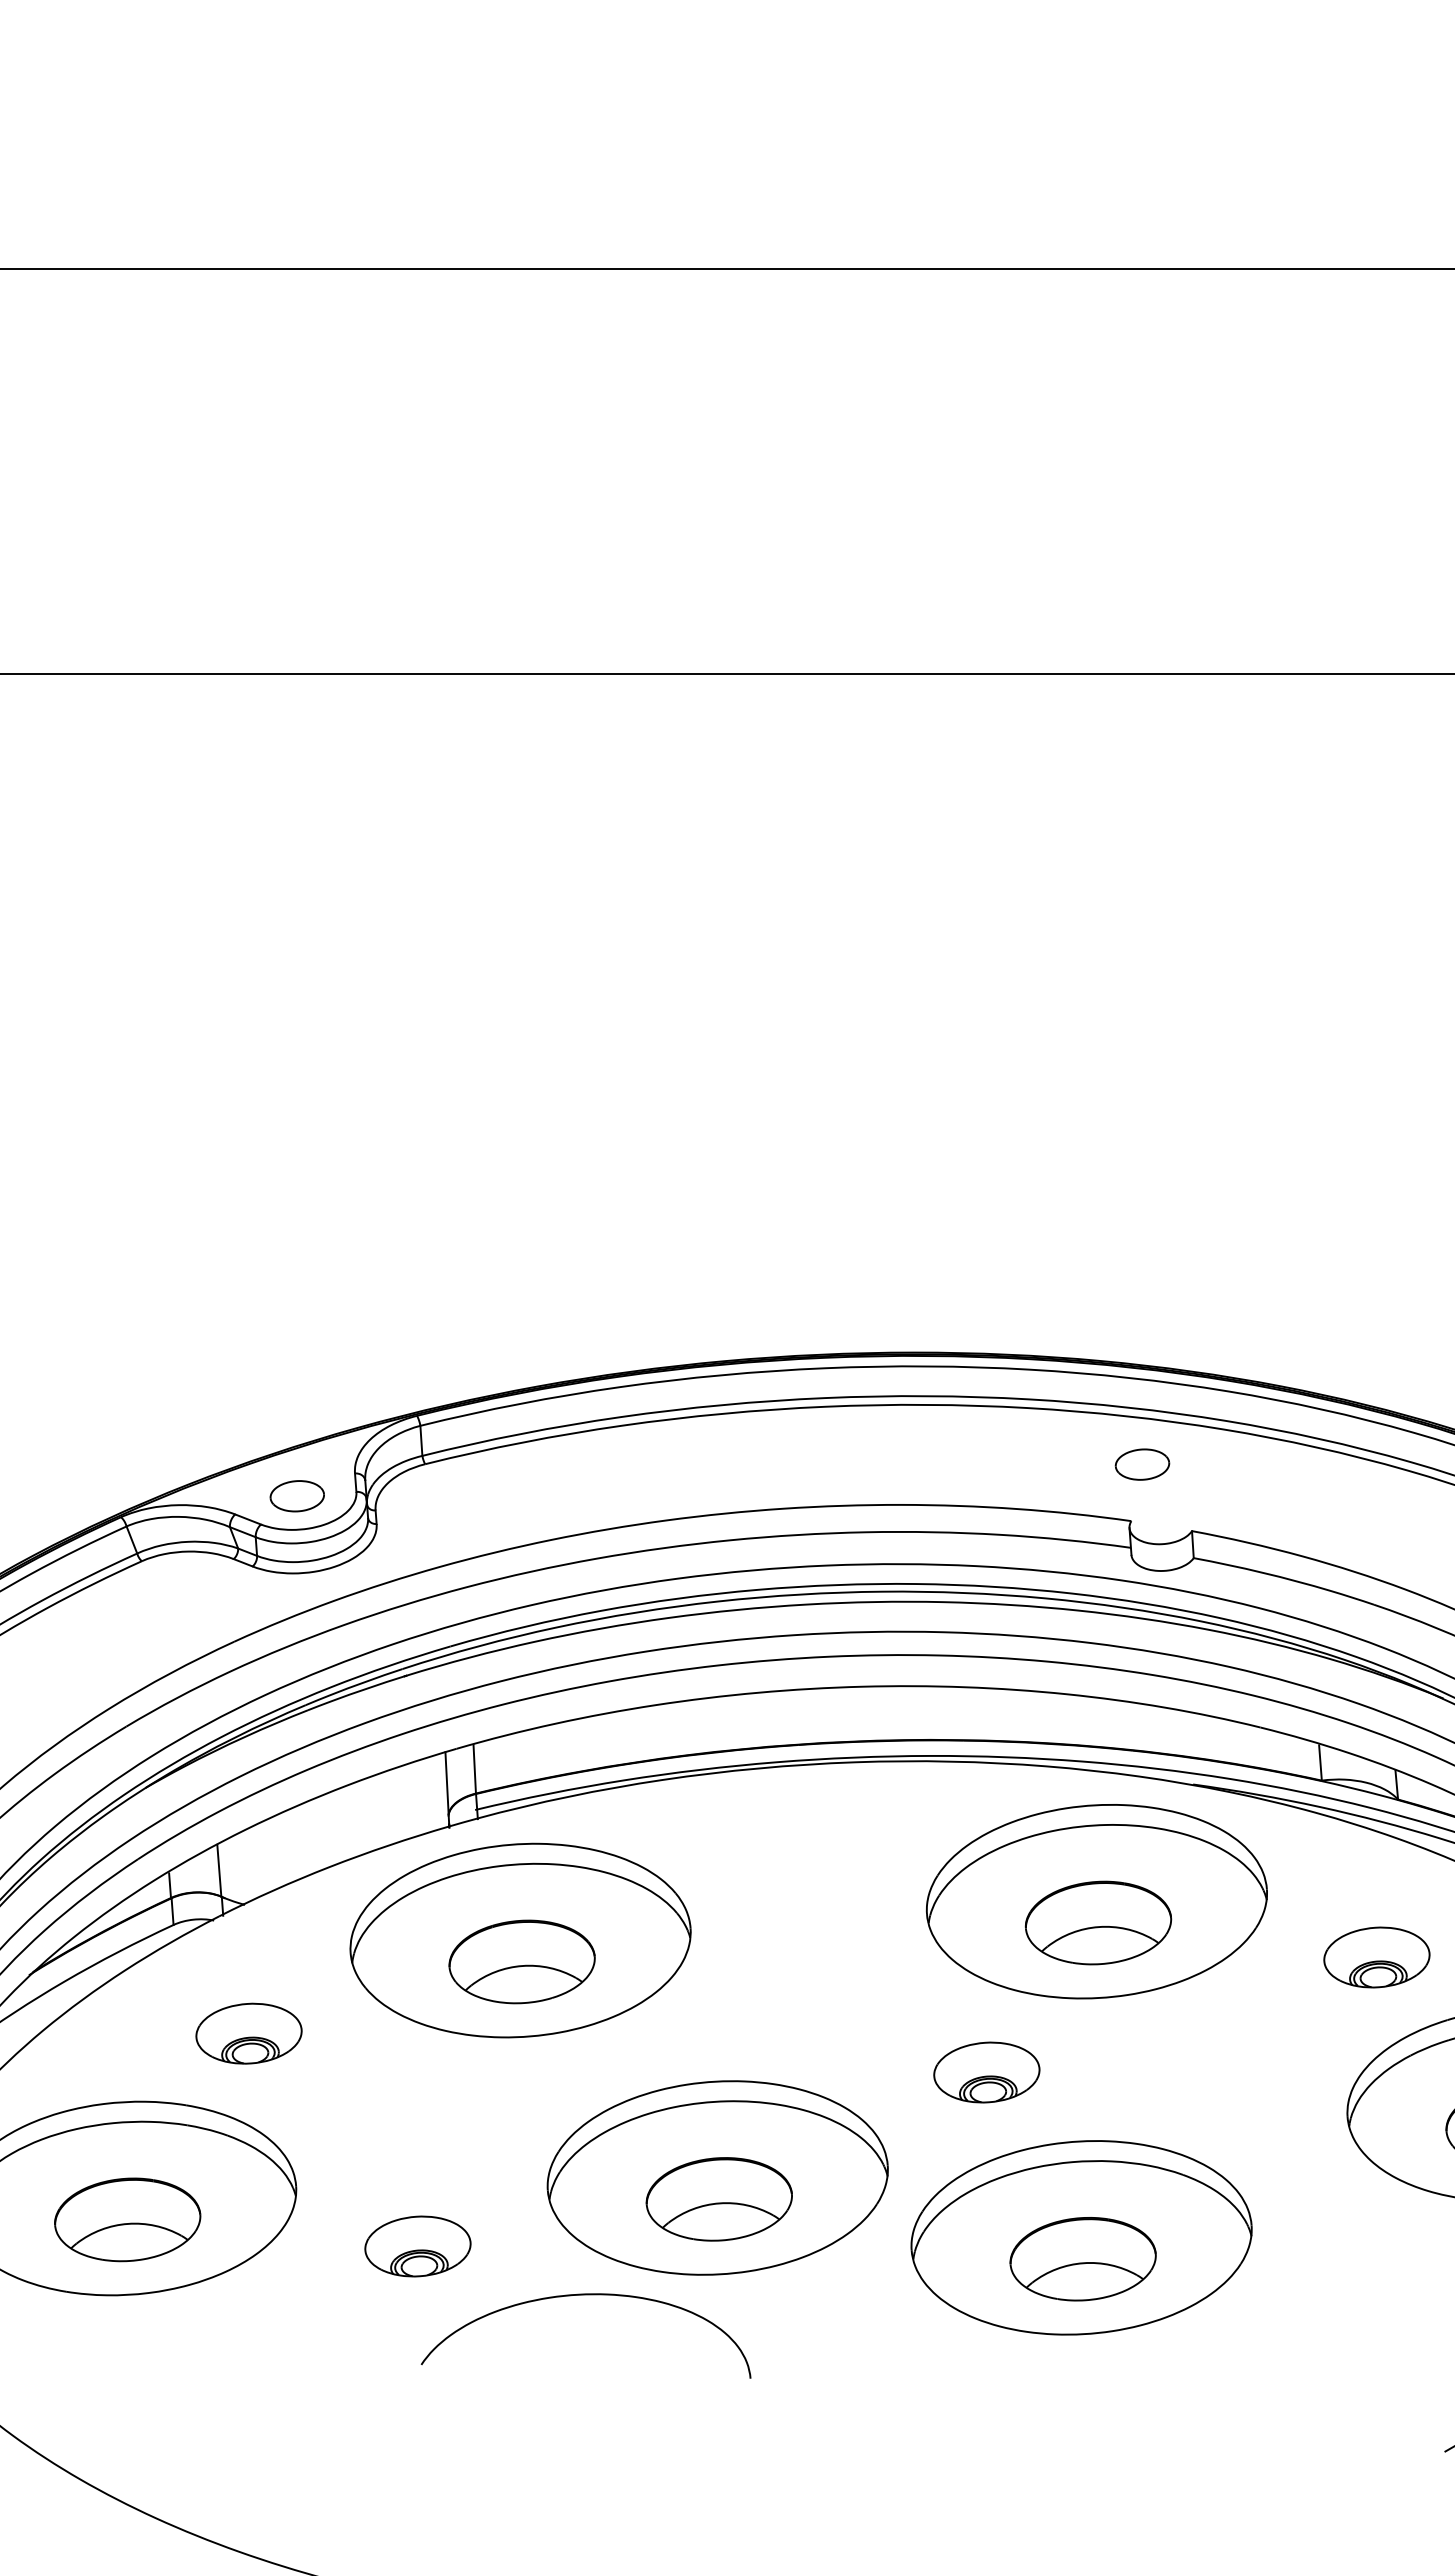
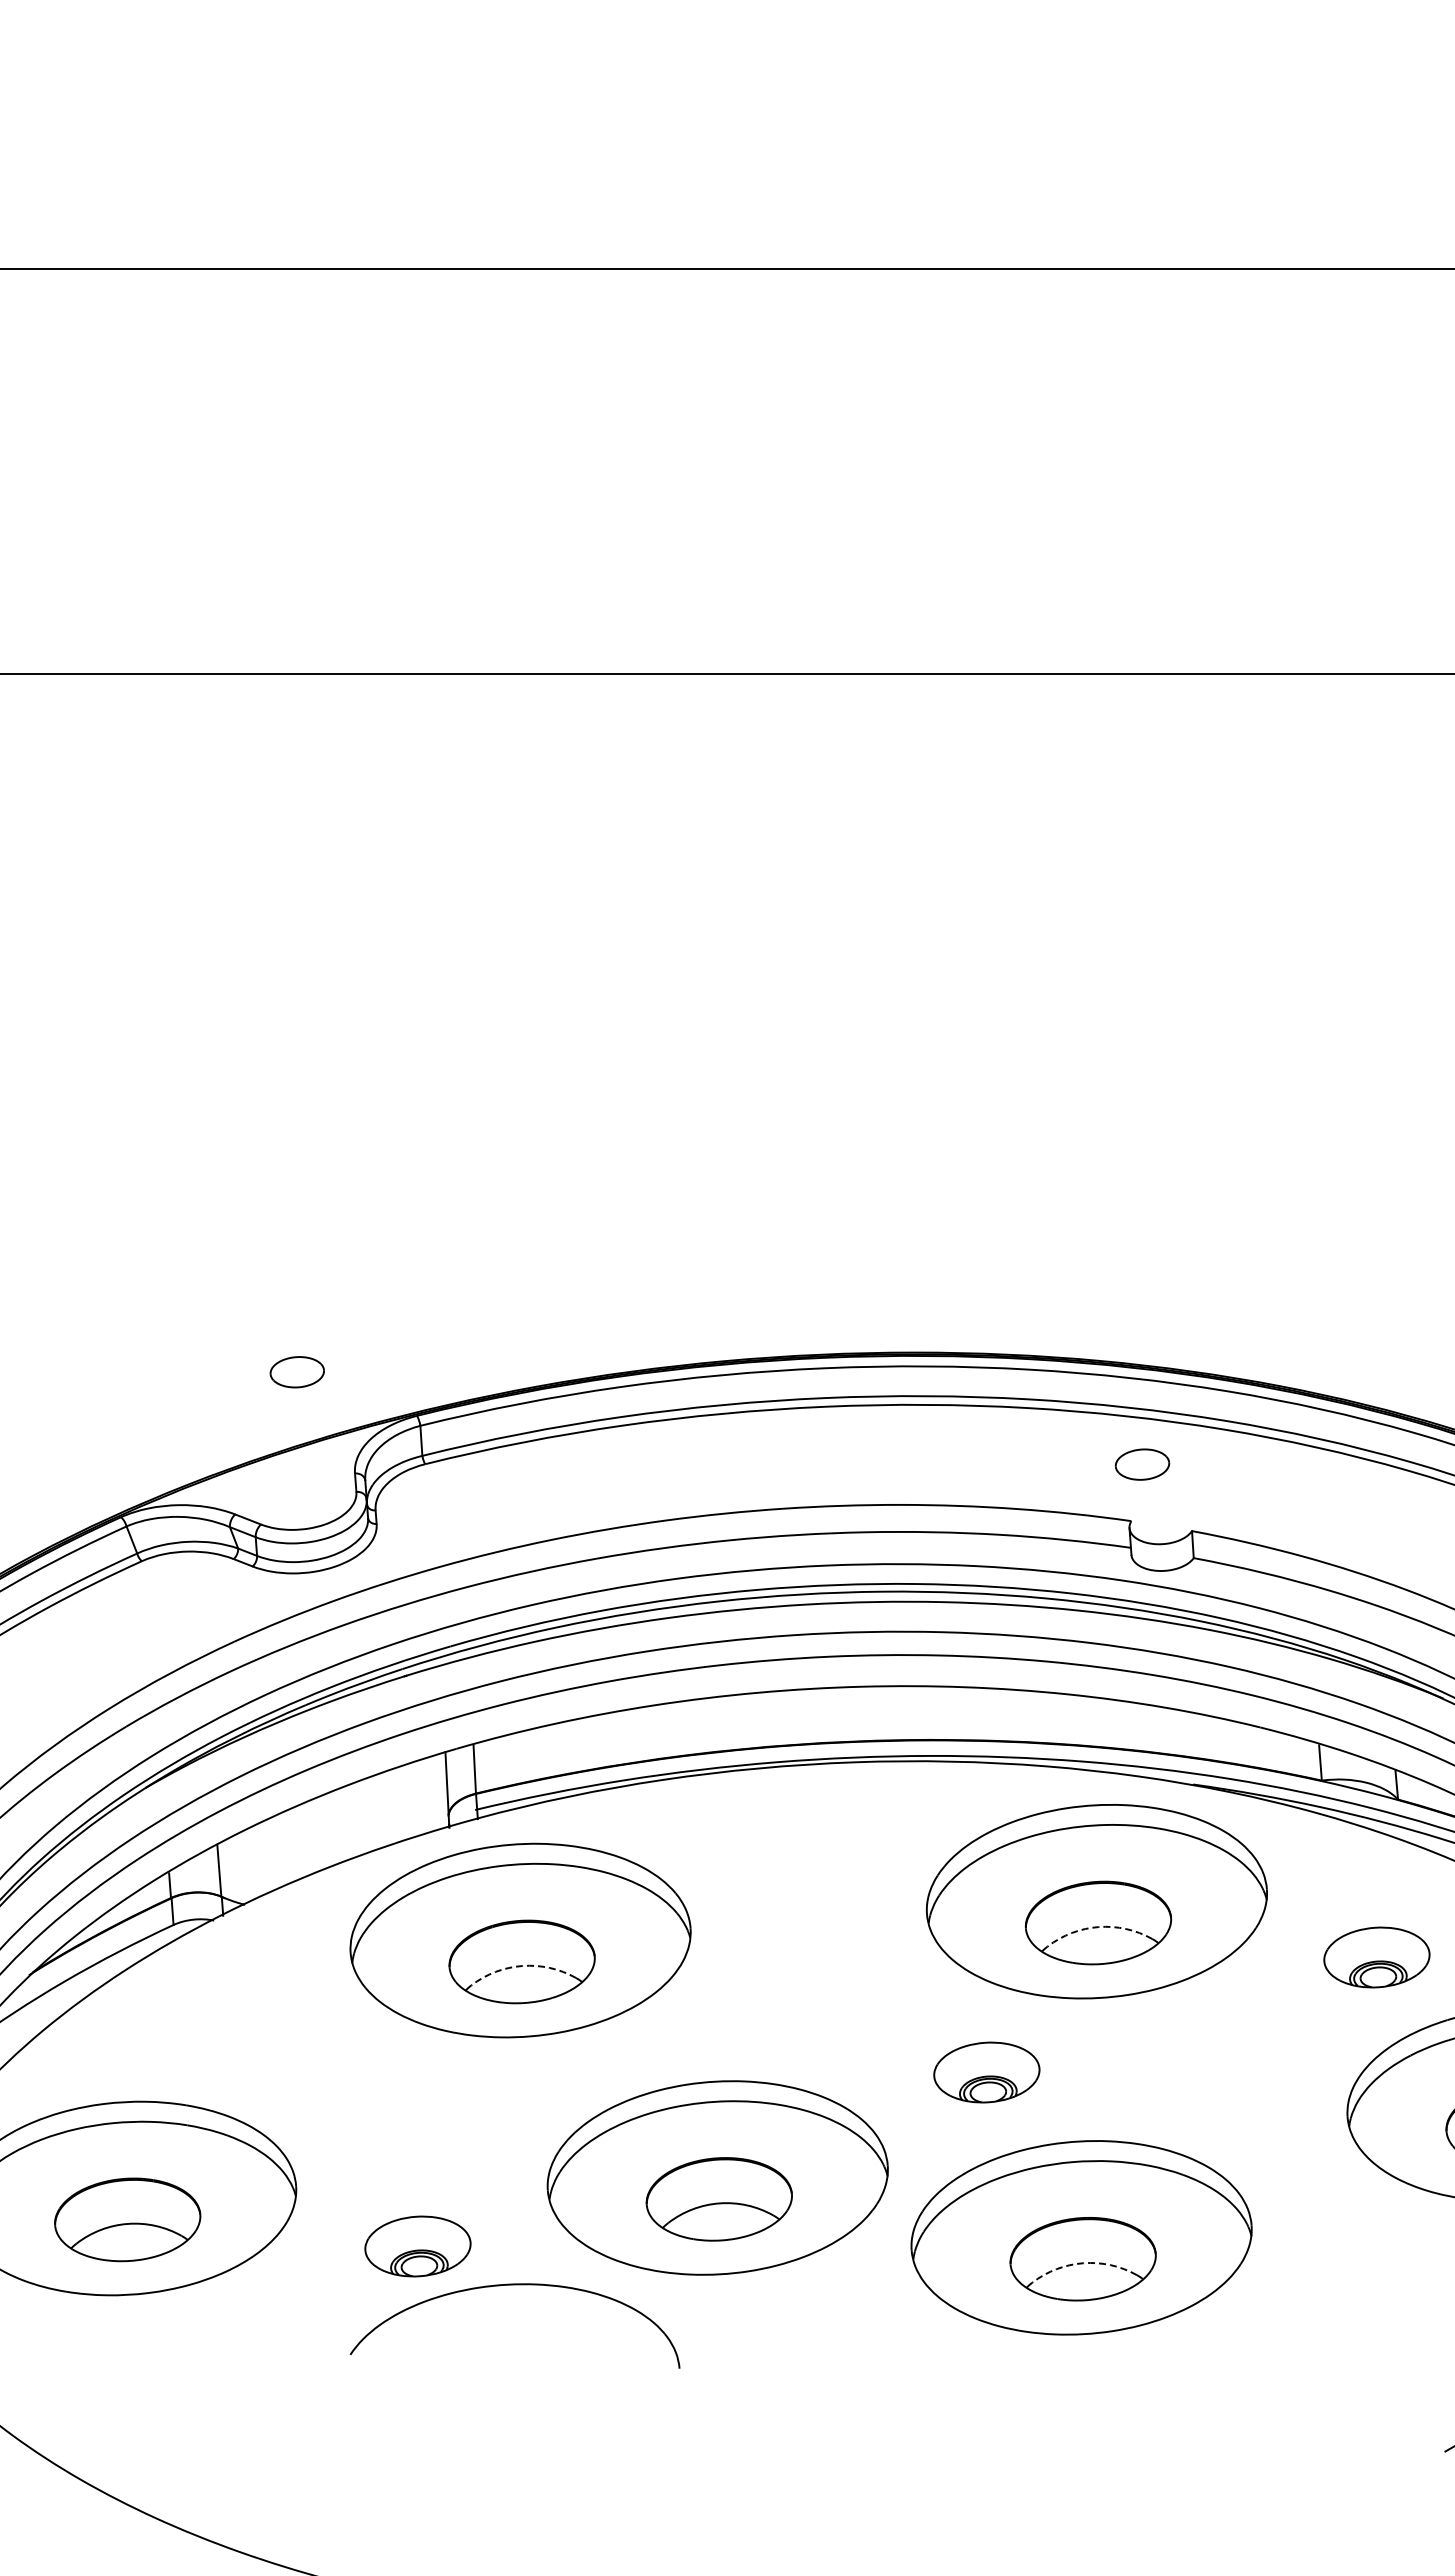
part at (296, 1496) position: (296, 1496) -> (296, 1372)
arc at (1098, 1927): solid -> dashed
arc at (522, 1966): solid -> dashed
part at (248, 2033): present -> none
arc at (1083, 2263): solid -> dashed
curve at (585, 2295) position: (585, 2295) -> (514, 2285)
